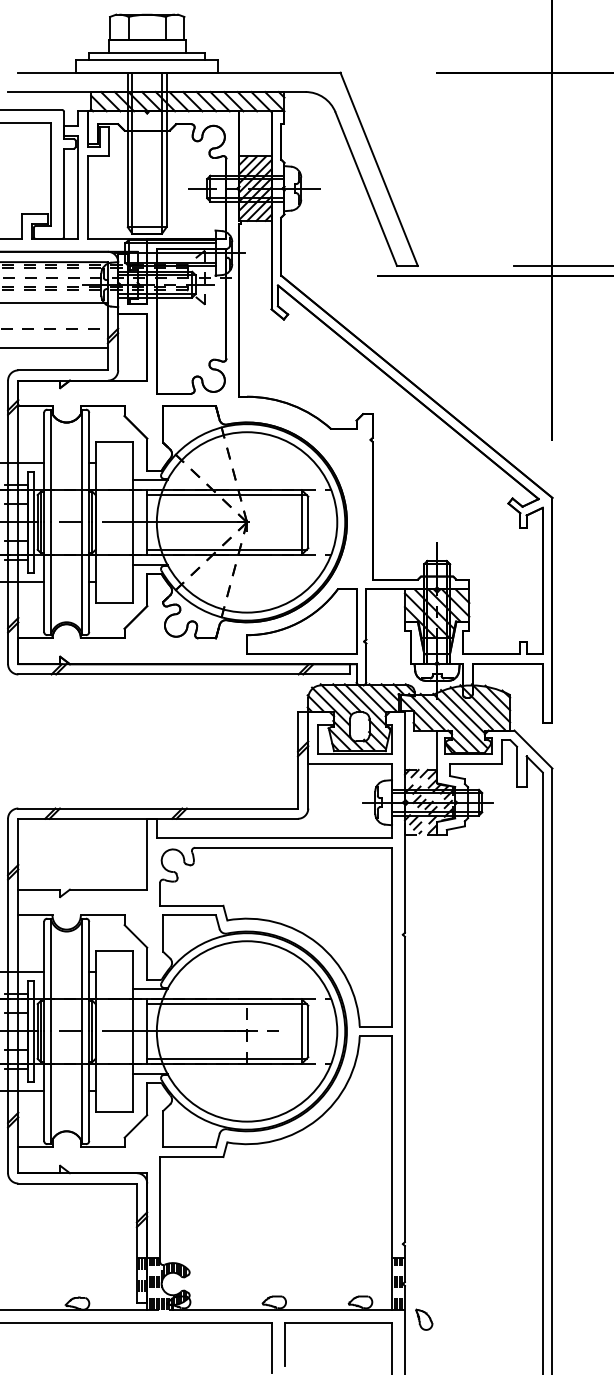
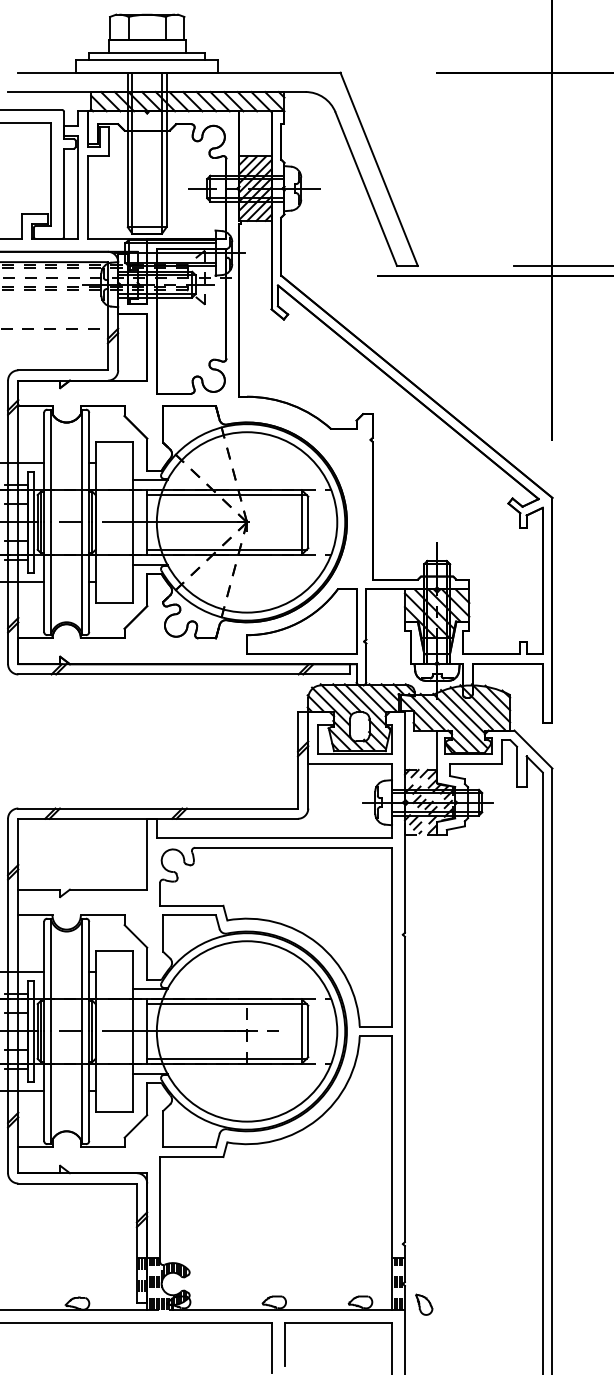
line at (54, 303): present -> none
line at (54, 348): present -> none
part at (424, 1319) position: (424, 1319) -> (424, 1304)
